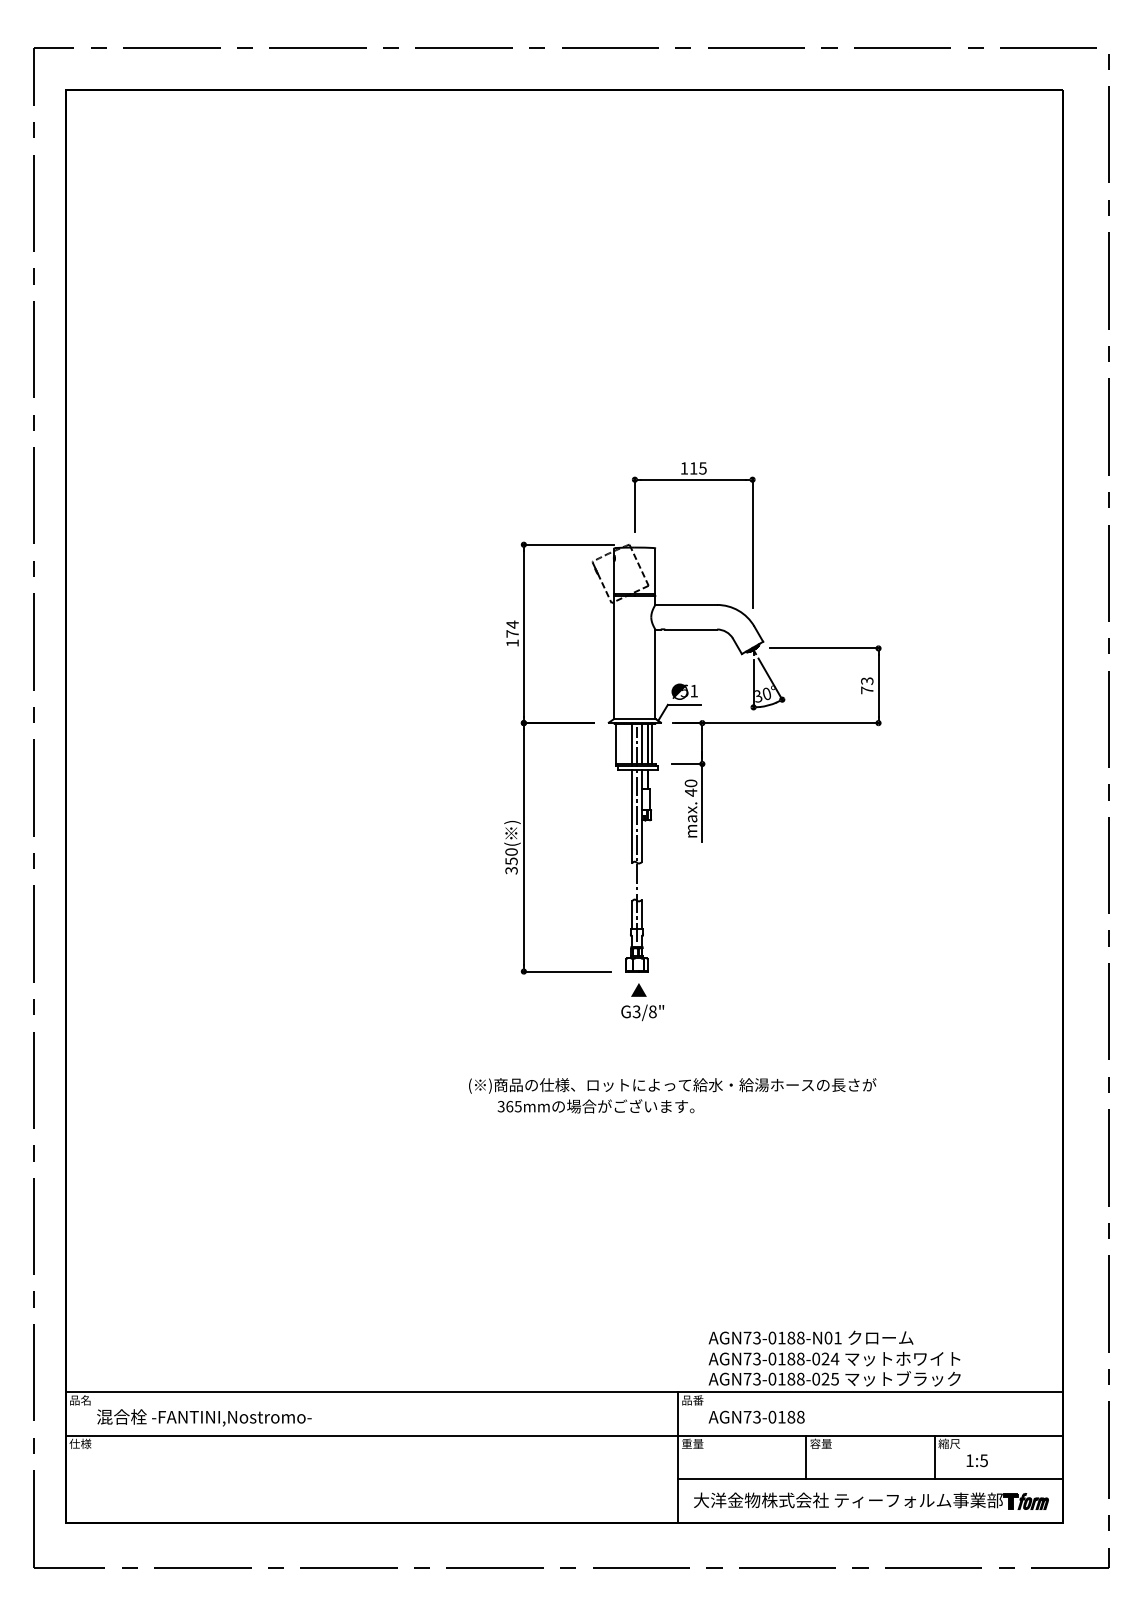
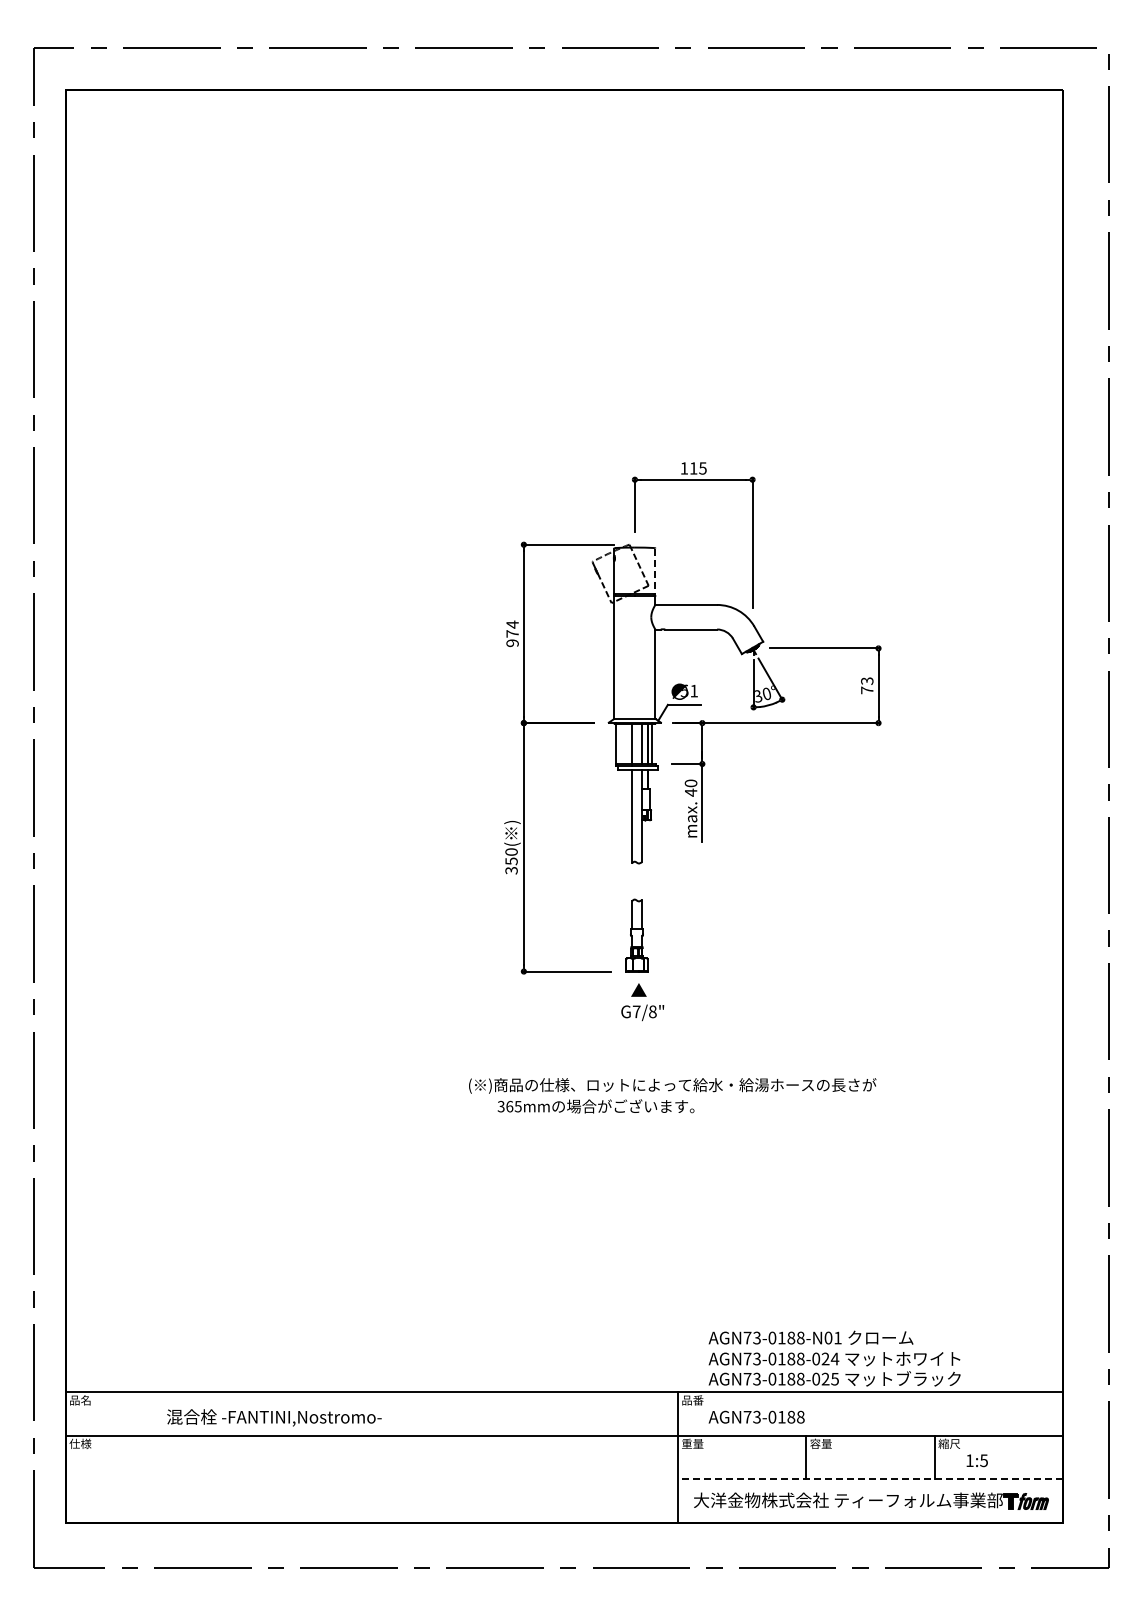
line at (655, 571): solid -> dashed
text at (512, 643): 174 -> 974
line at (637, 834): present -> none
text at (636, 1011): G3/8" -> G7/8"
text at (204, 1417) position: (204, 1417) -> (274, 1417)
line at (870, 1479): solid -> dashed
